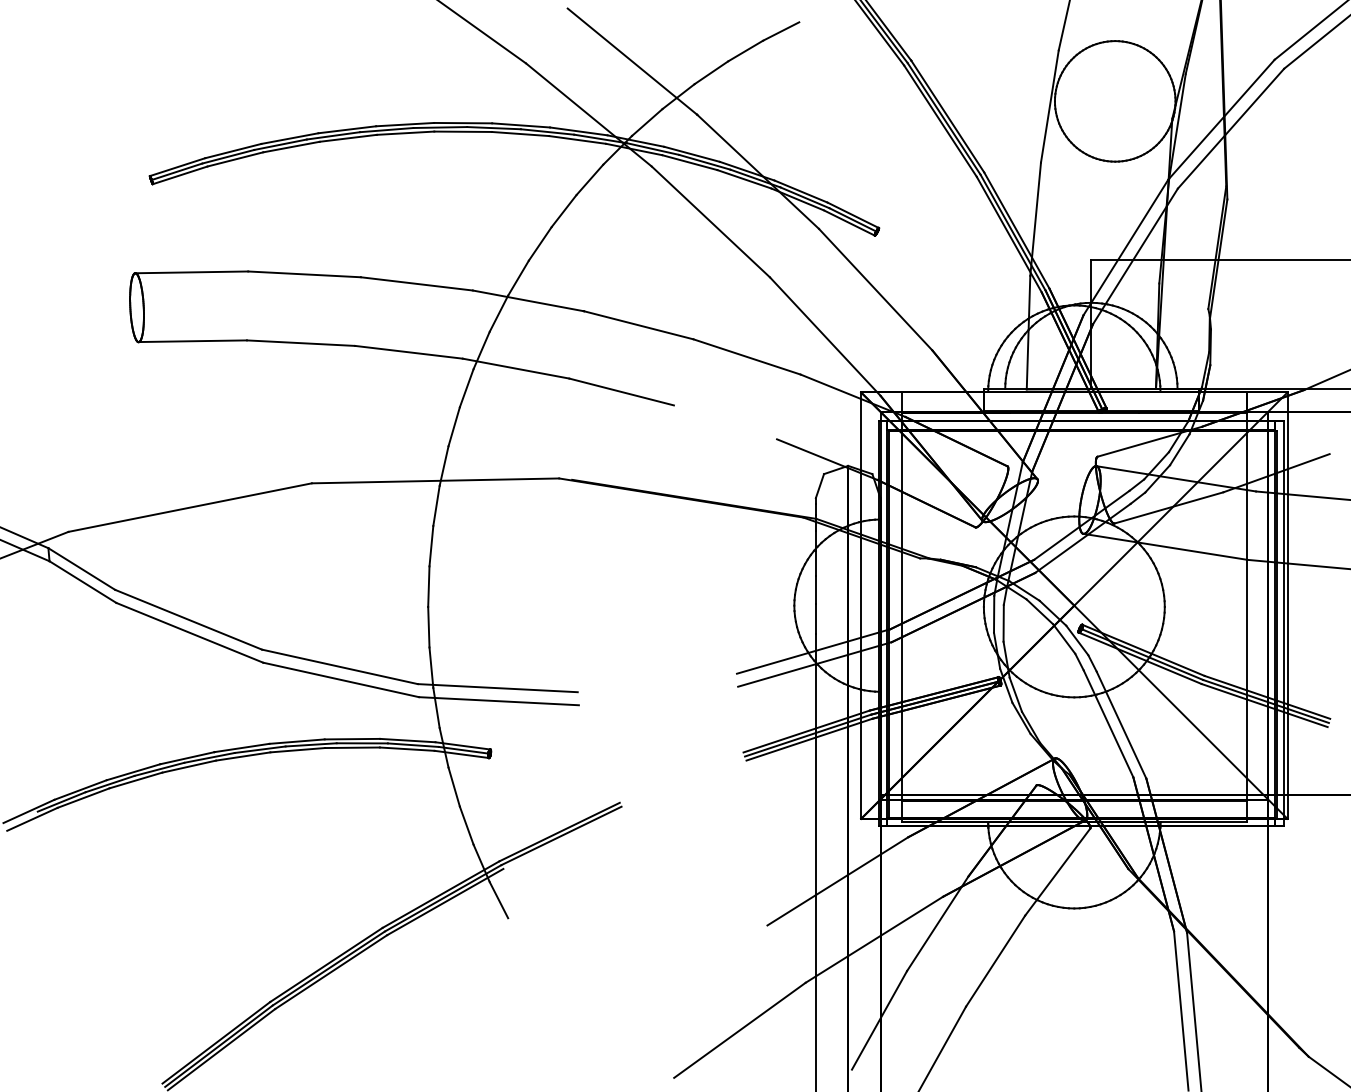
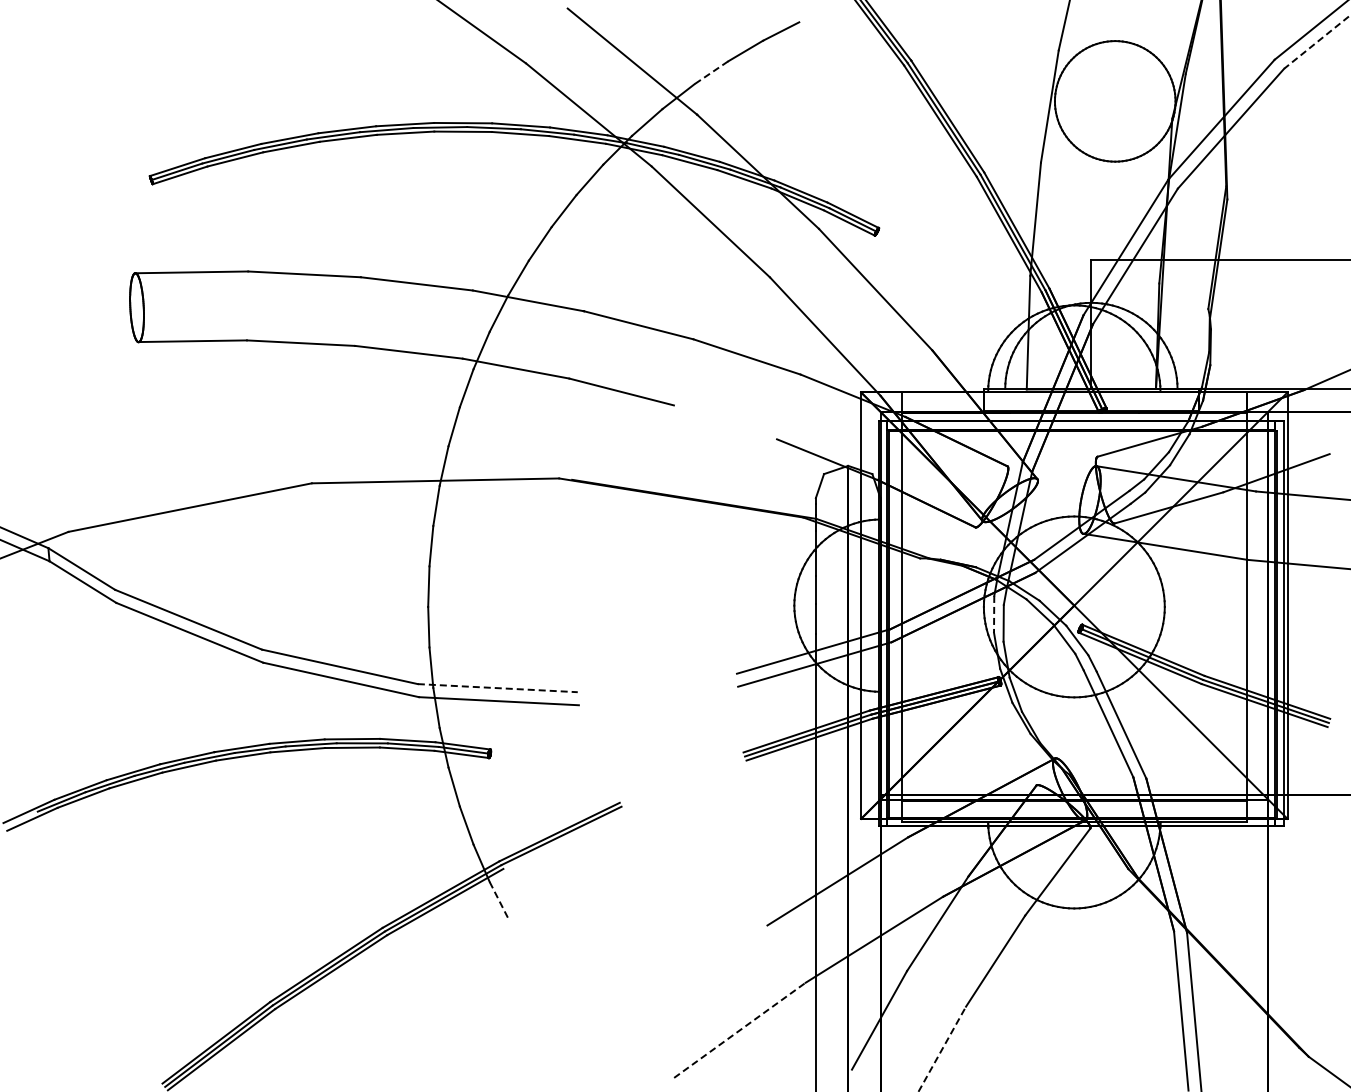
line at (1317, 41): solid -> dashed
line at (710, 73): solid -> dashed
line at (994, 614): solid -> dashed
line at (498, 688): solid -> dashed
line at (499, 900): solid -> dashed
line at (740, 1030): solid -> dashed
line at (942, 1049): solid -> dashed
